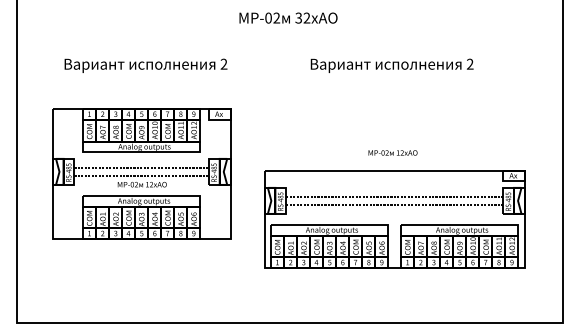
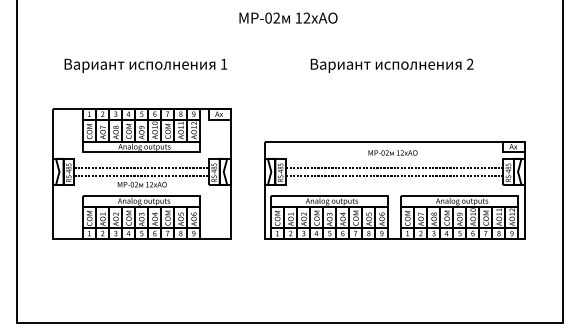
text at (298, 17): 32xAO -> 12xAO
text at (223, 63): 2 -> 1
part at (394, 219) position: (394, 219) -> (394, 190)
